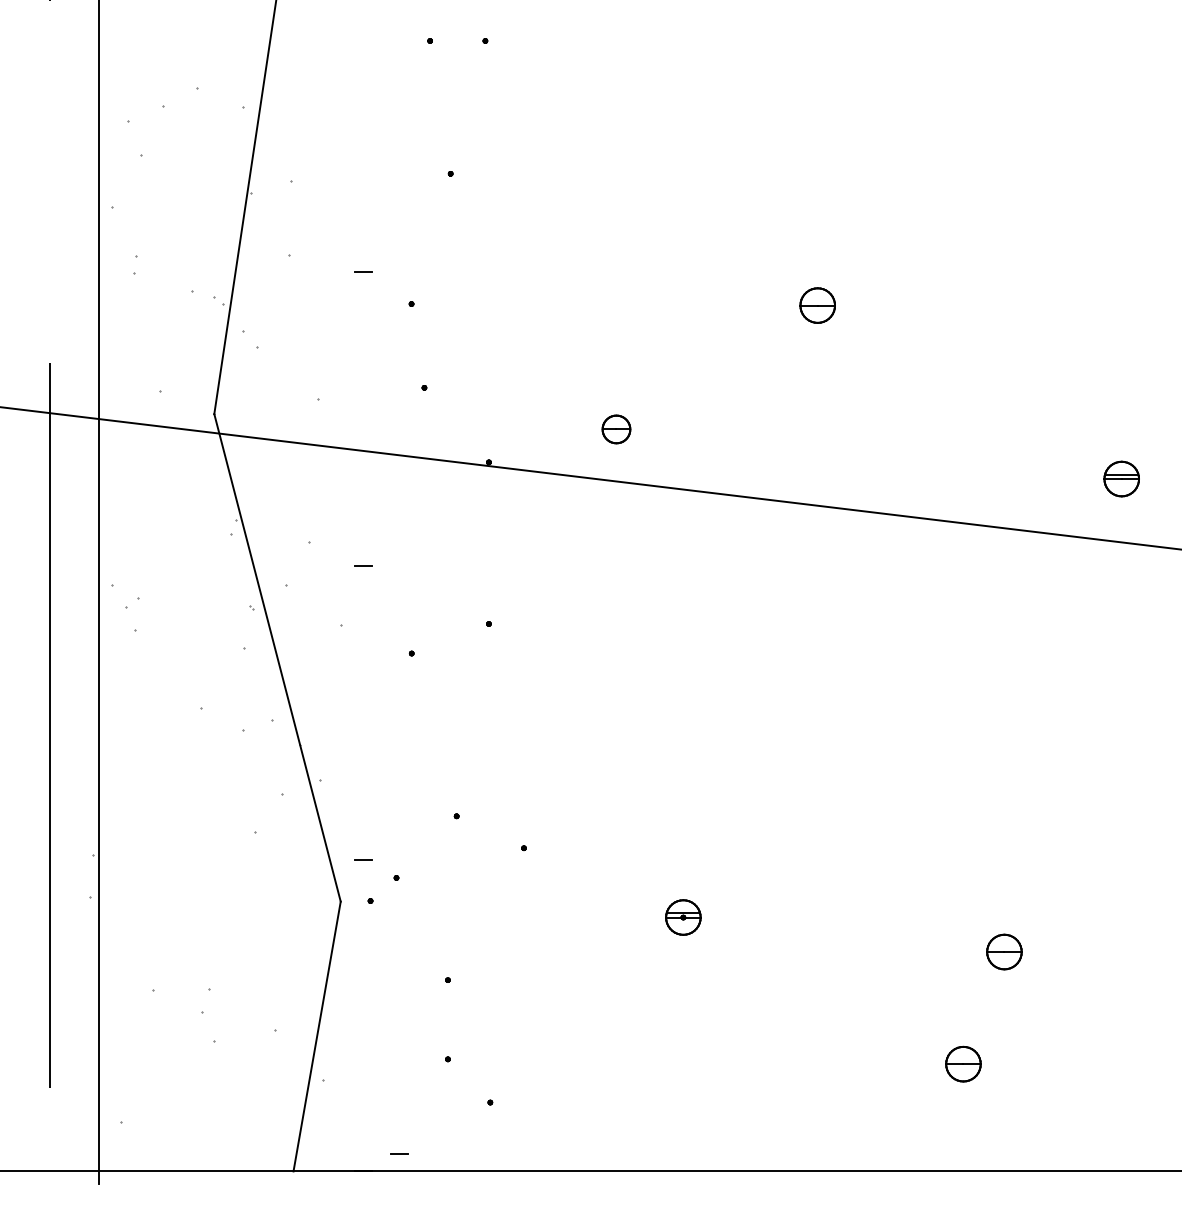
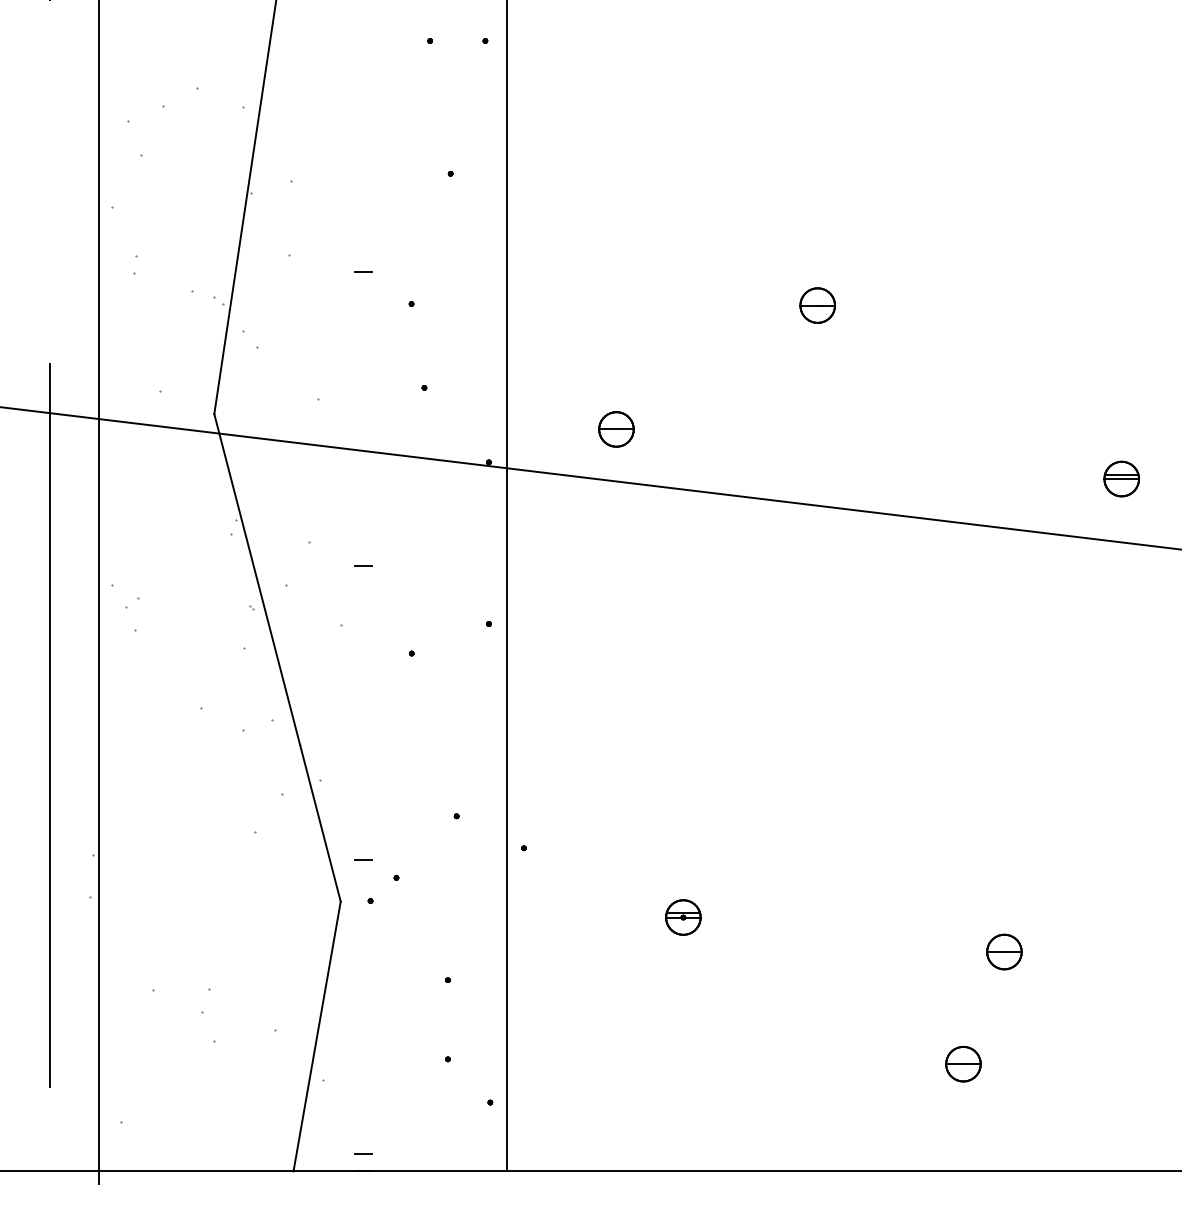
part at (616, 429) size: 31x31 px -> 37x37 px
line at (506, 586): none -> present
line at (399, 1153) position: (399, 1153) -> (363, 1153)
